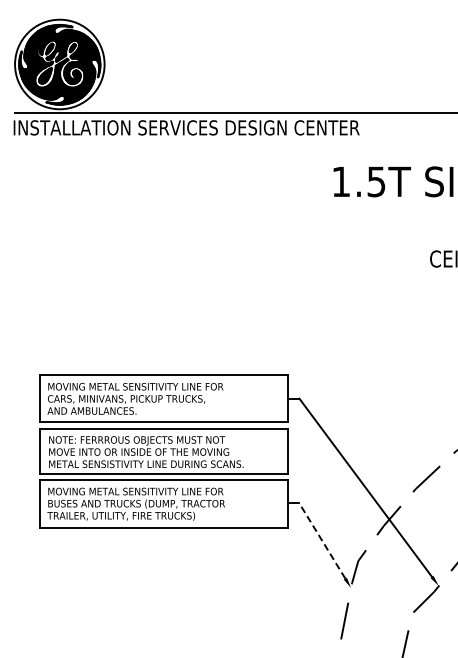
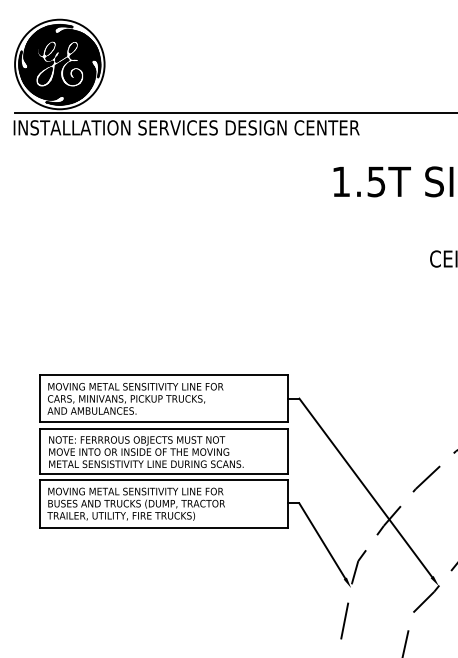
line at (322, 540): dashed -> solid
